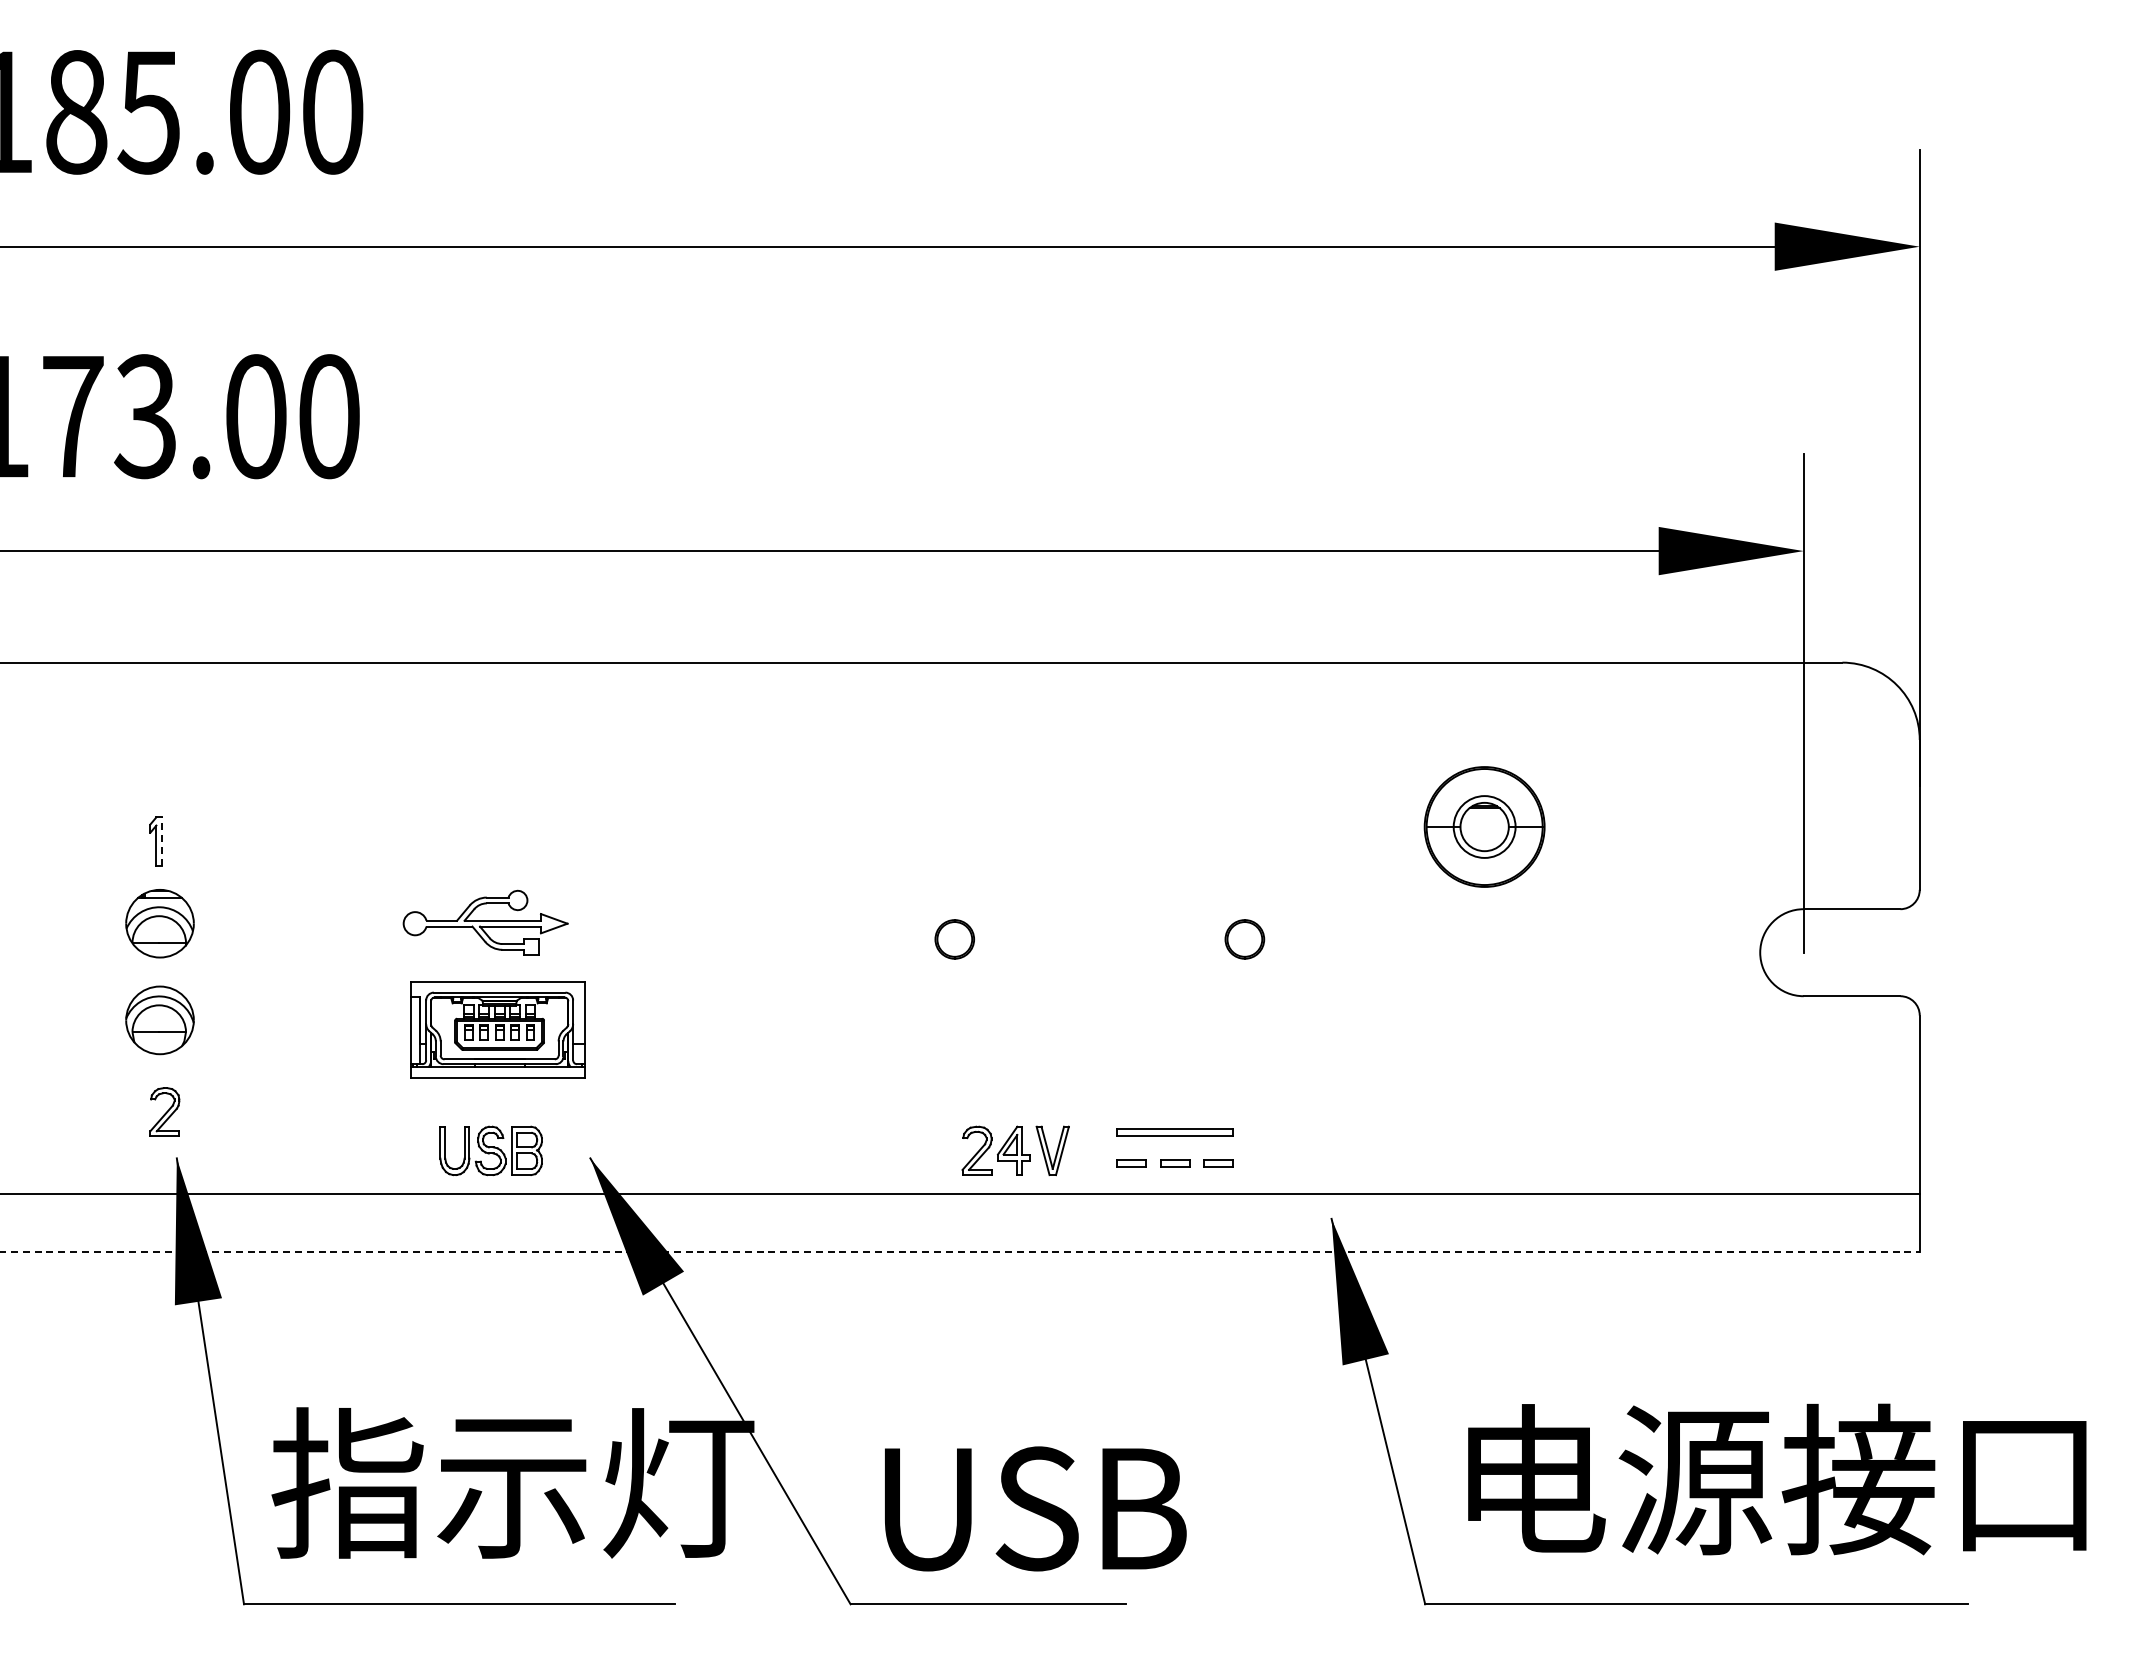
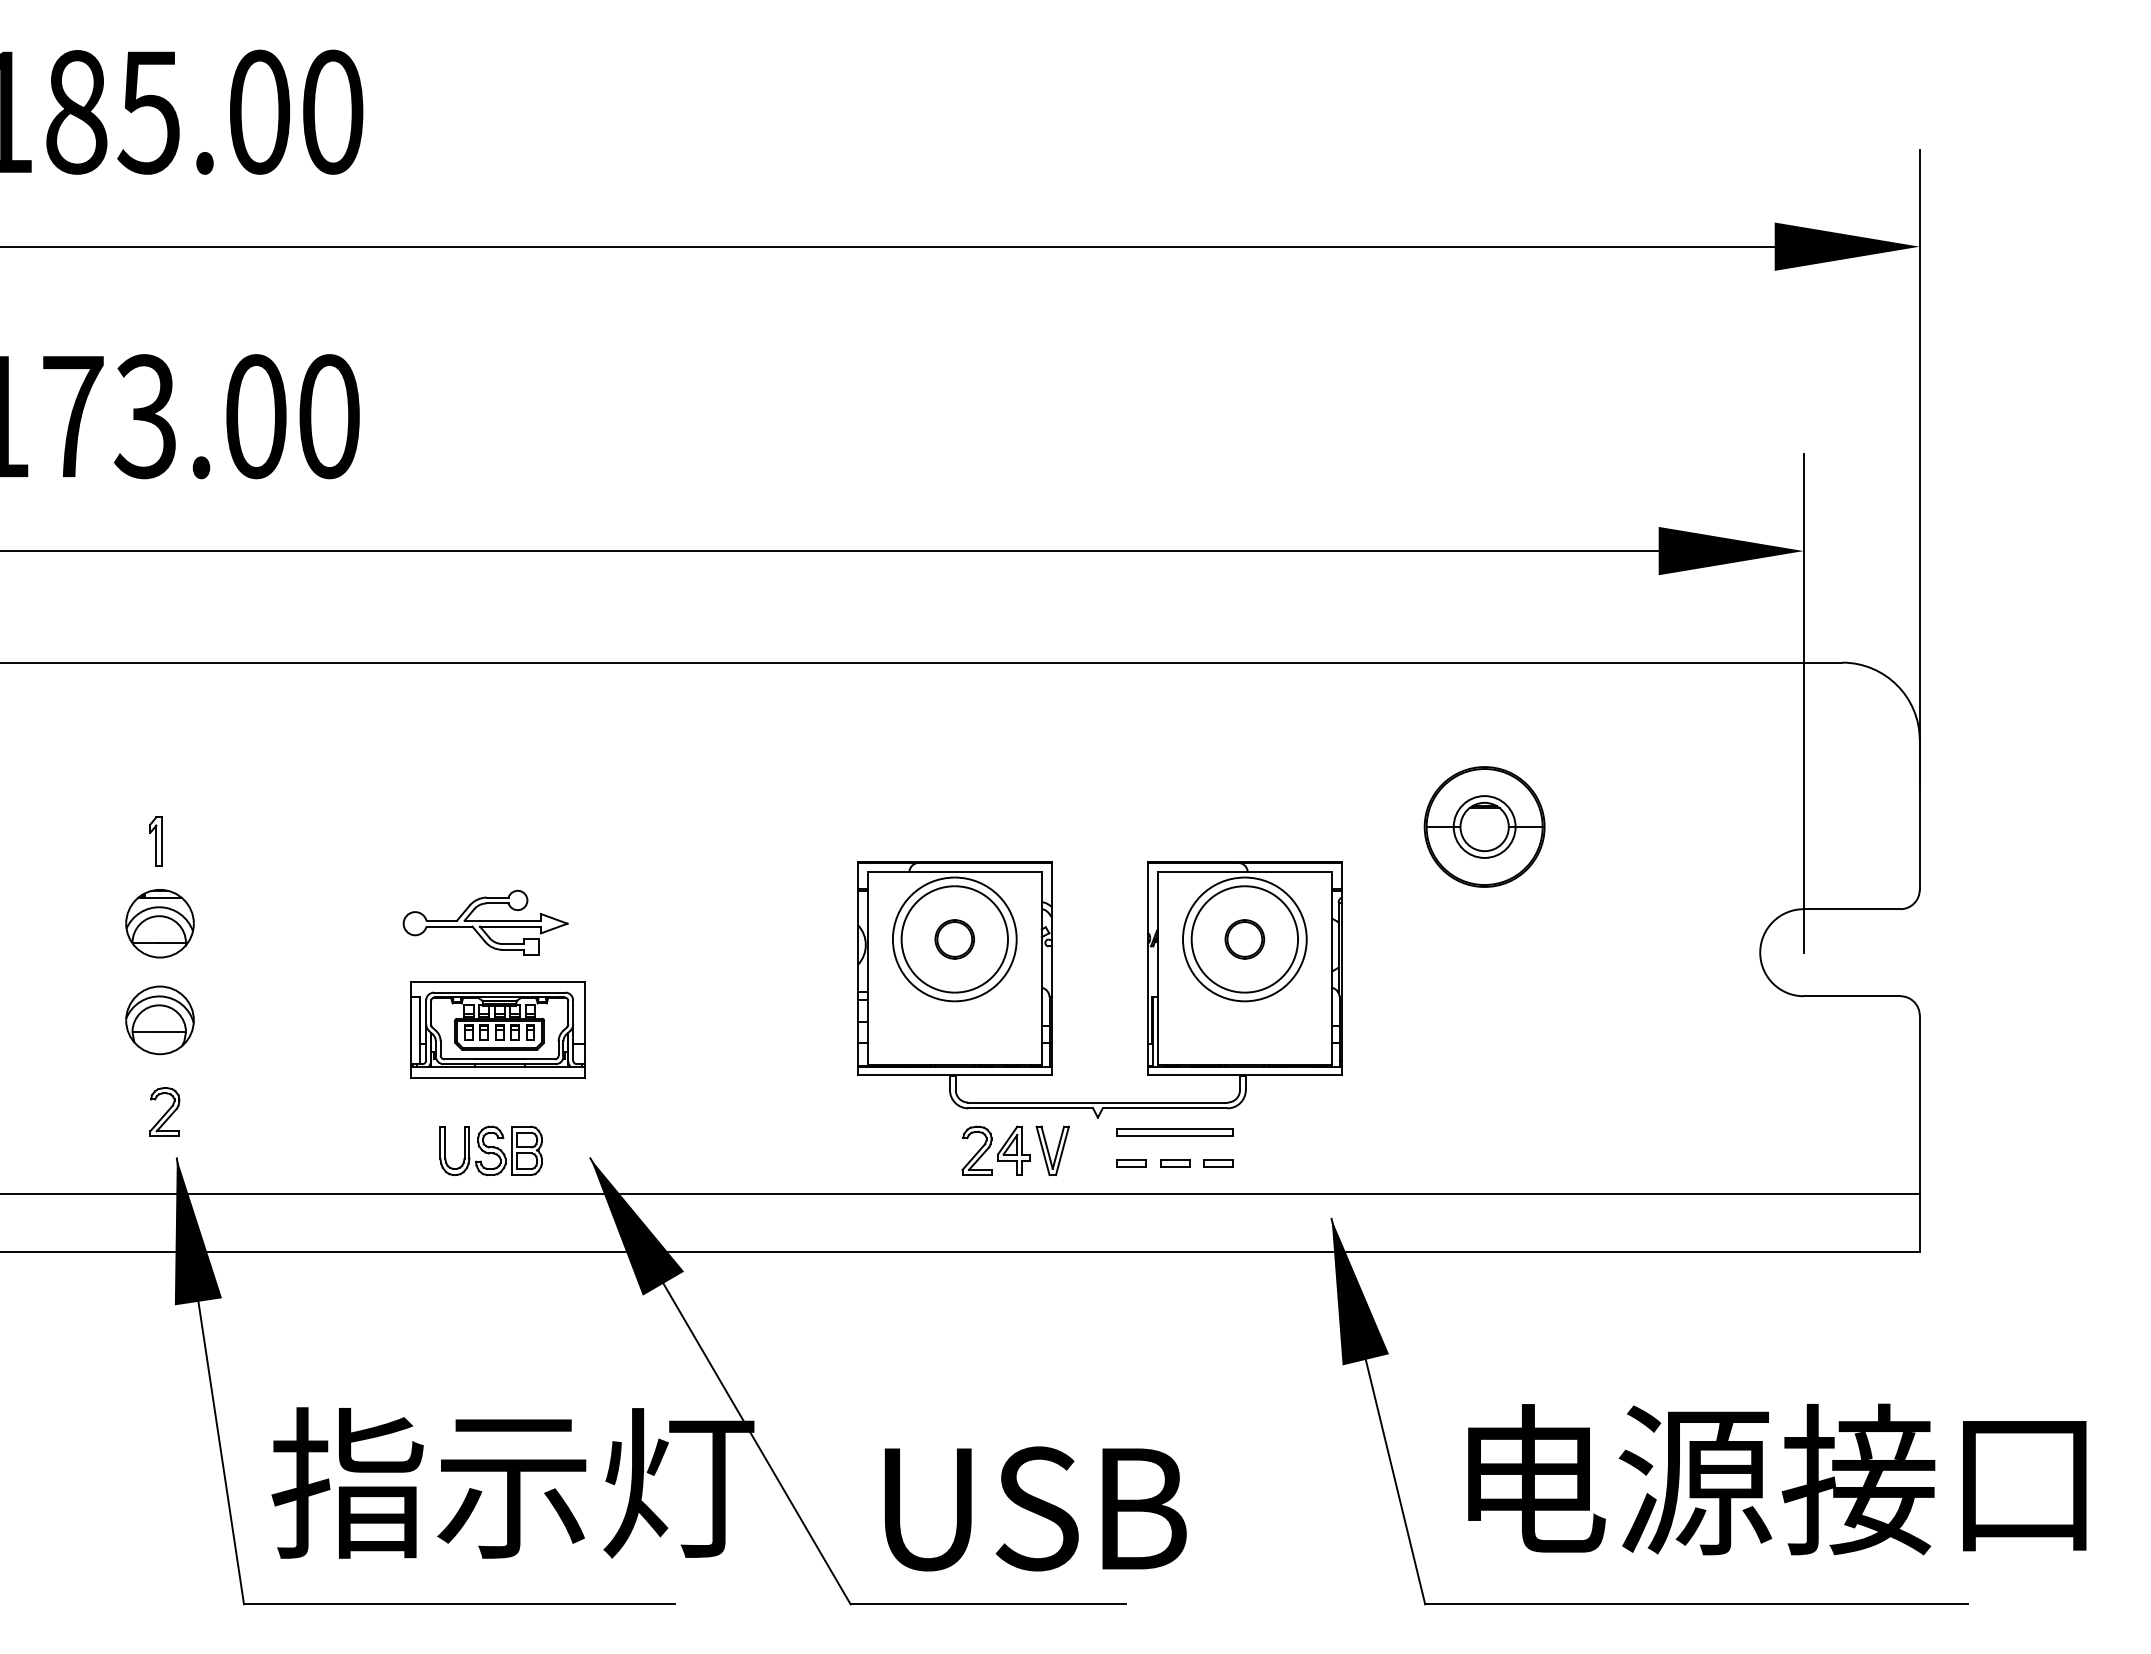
line at (162, 841): dashed -> solid
part at (1052, 989): none -> present
line at (959, 1252): dashed -> solid
